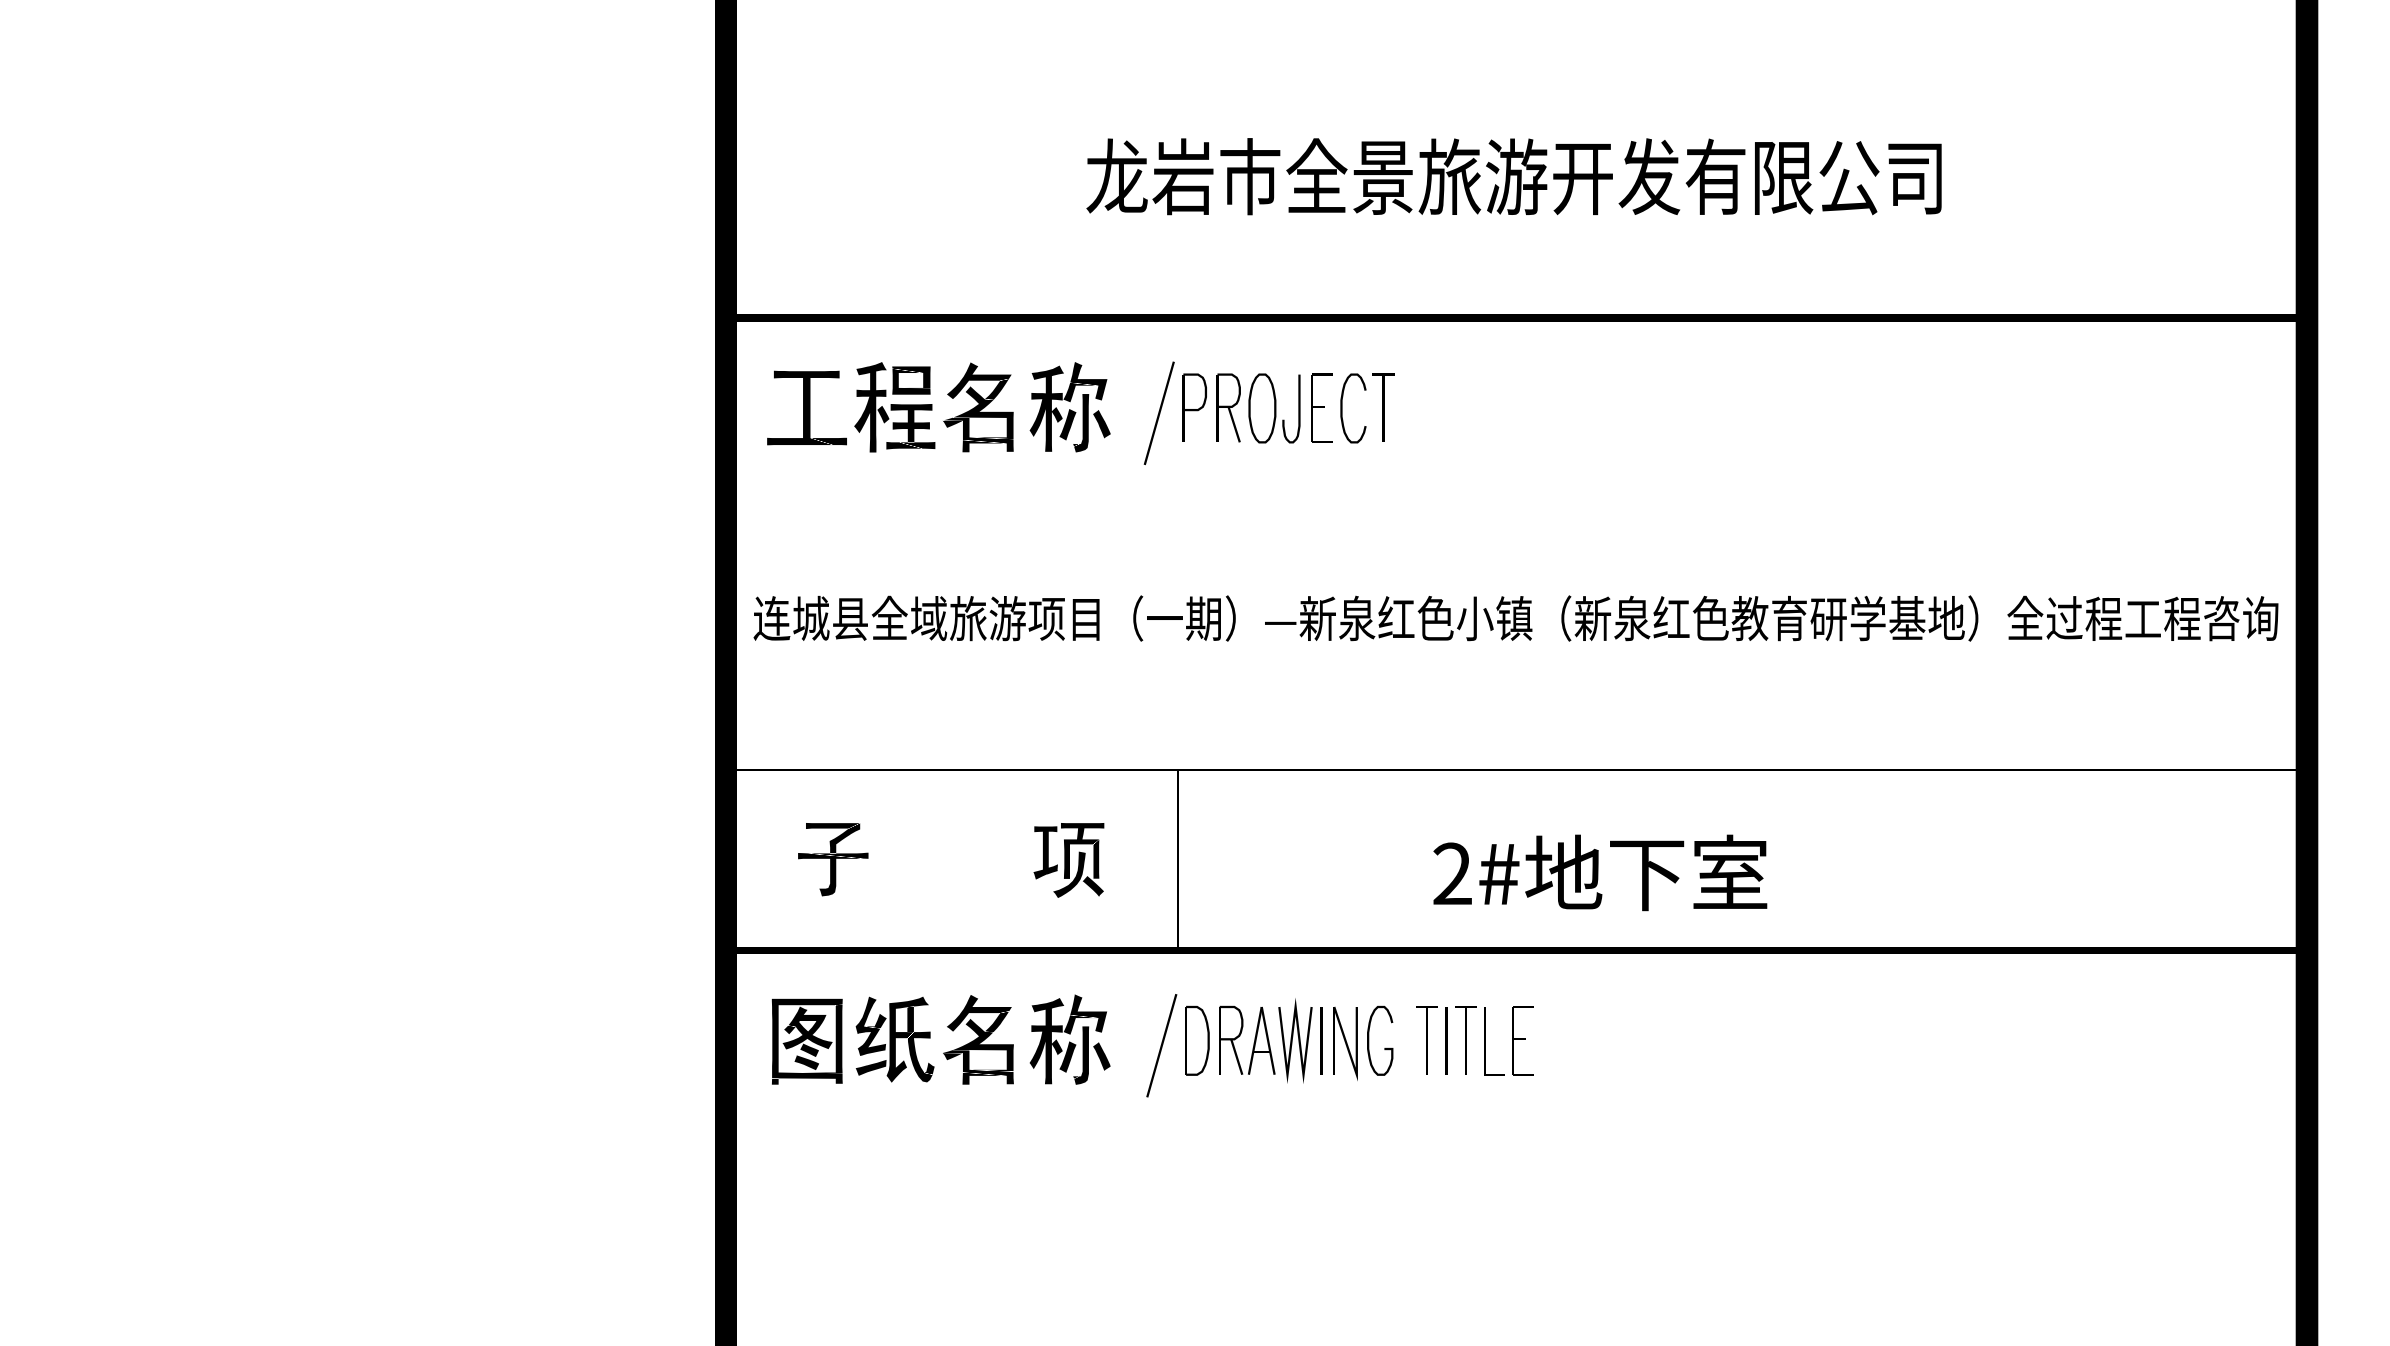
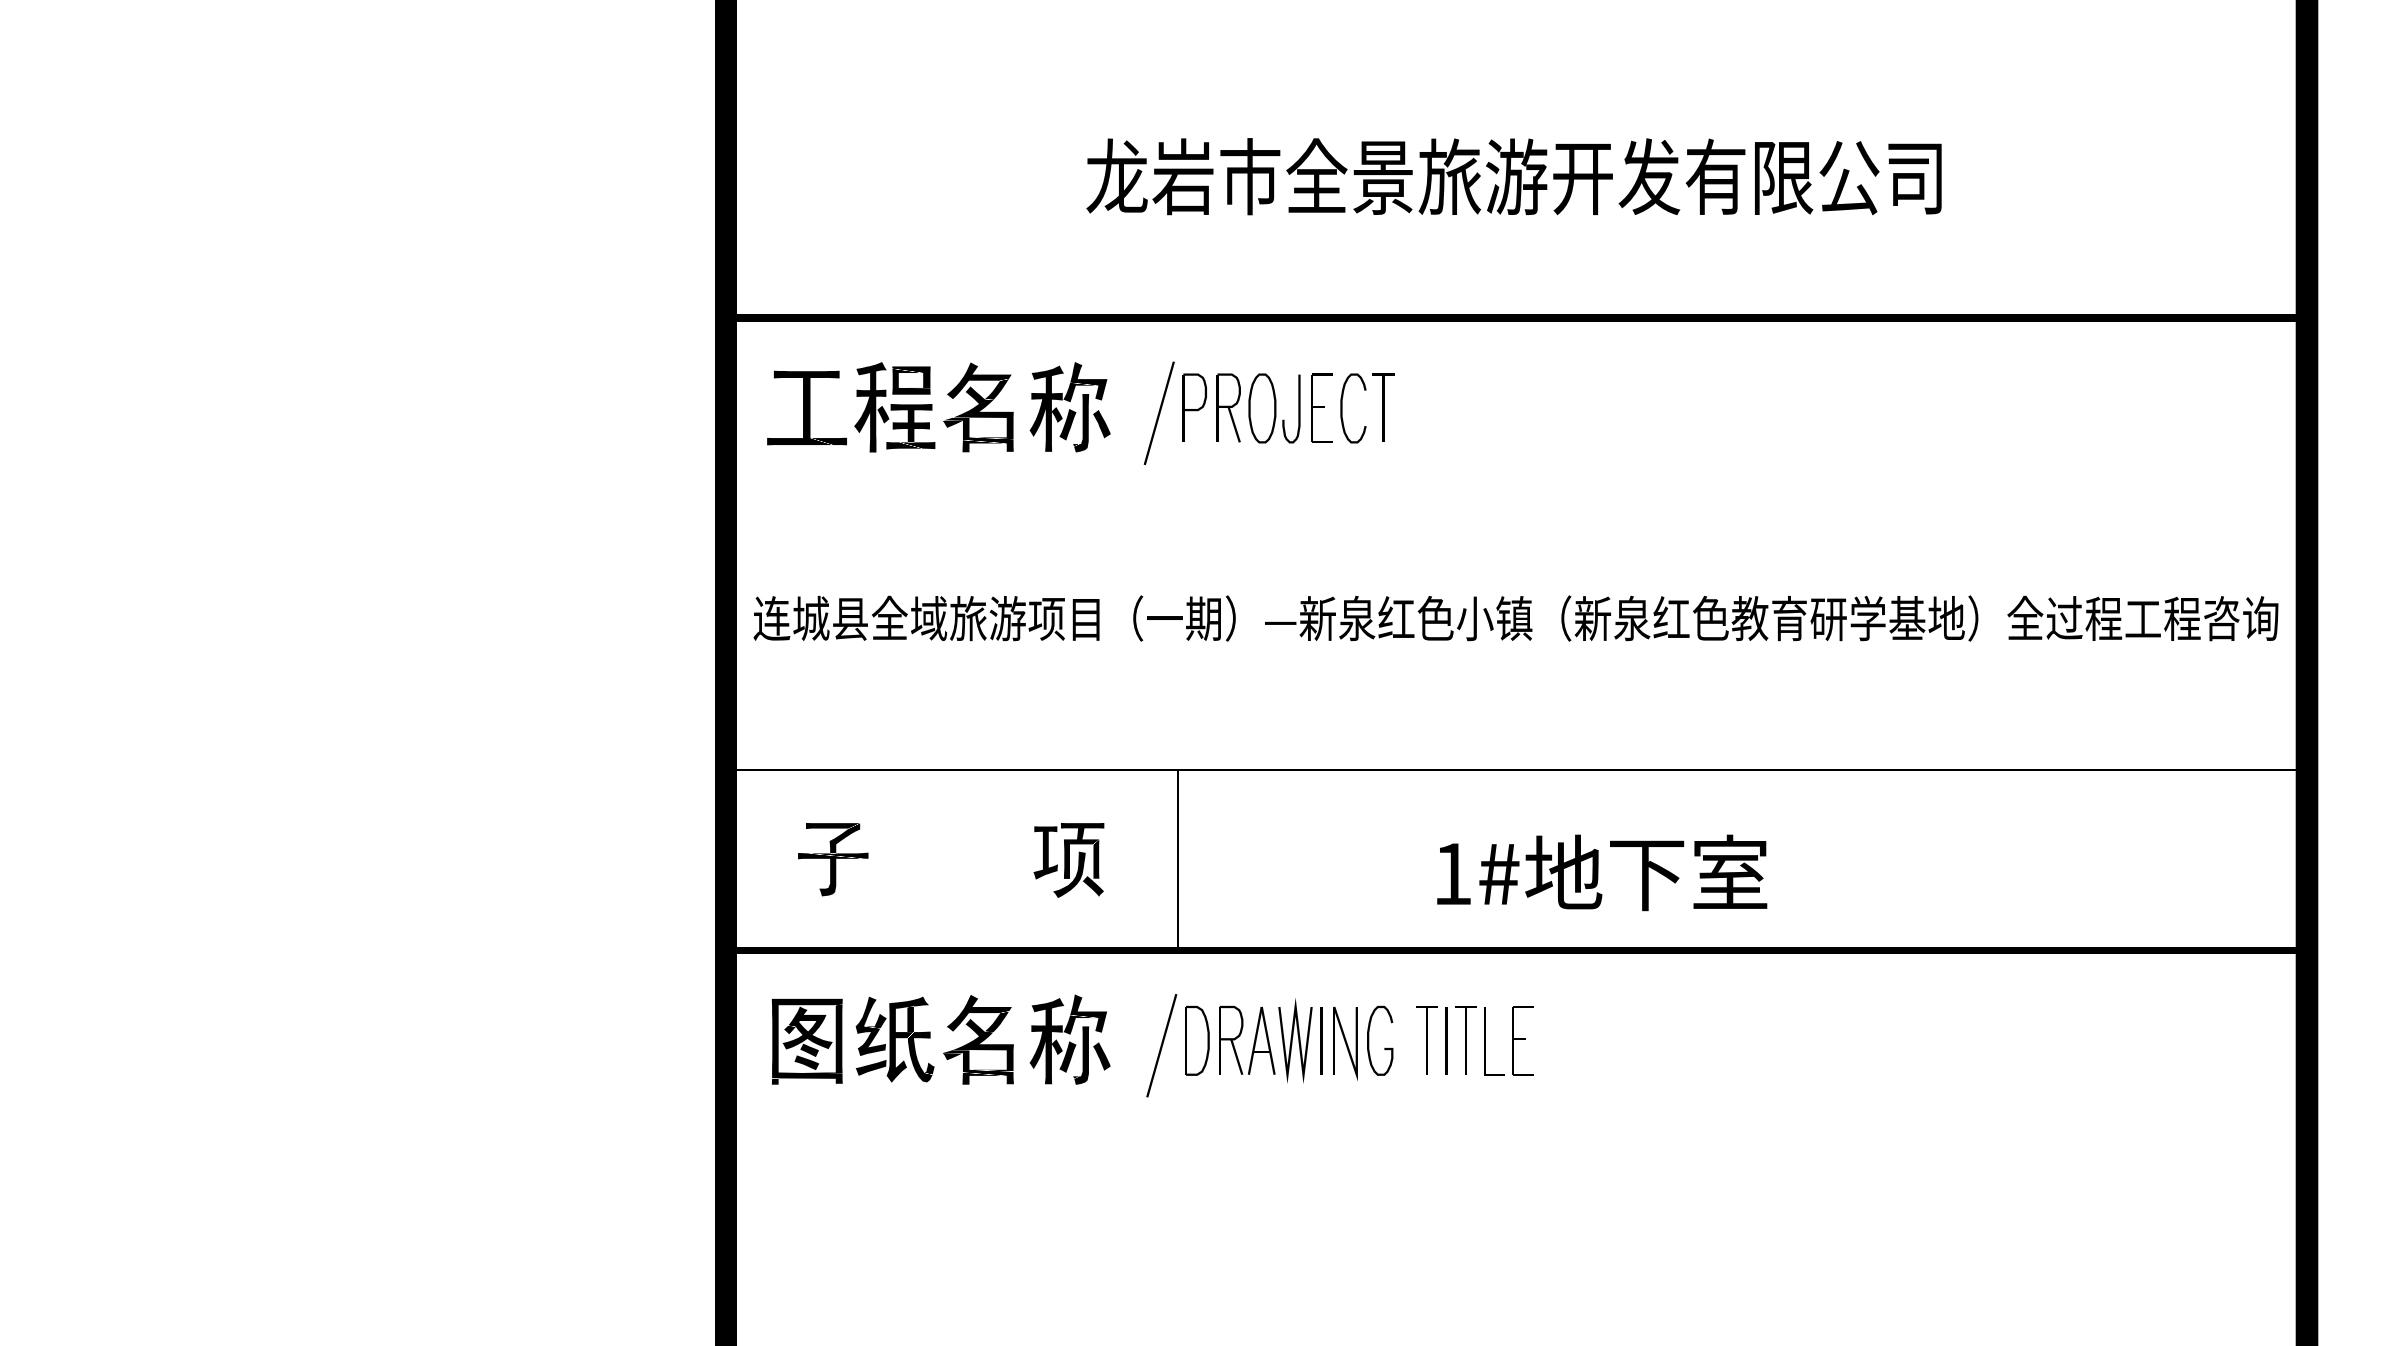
text at (1452, 873): 2# -> 1#
